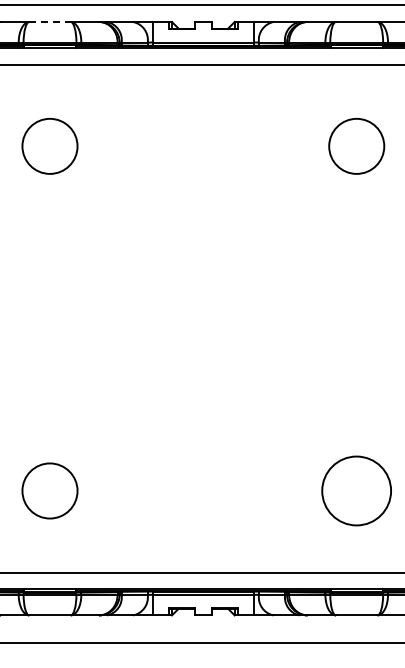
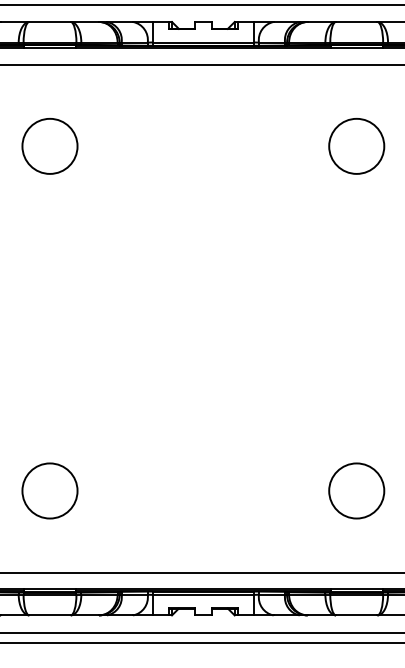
line at (50, 22): dashed -> solid
circle at (356, 490) size: 71x72 px -> 58x58 px
line at (201, 632): none -> present
